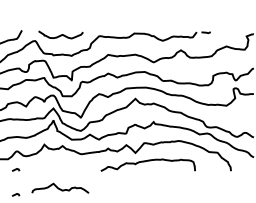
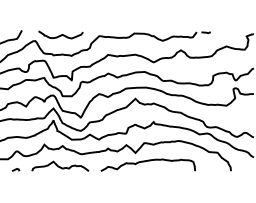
curve at (60, 188) position: (60, 188) -> (60, 166)
line at (16, 194): present -> none
